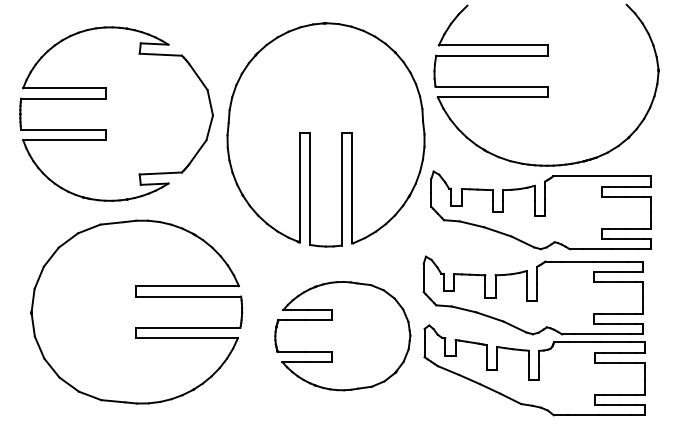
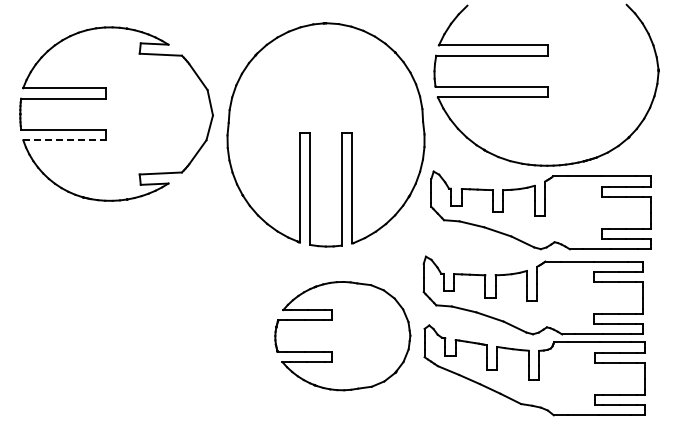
line at (64, 140): solid -> dashed
part at (136, 311): present -> none
